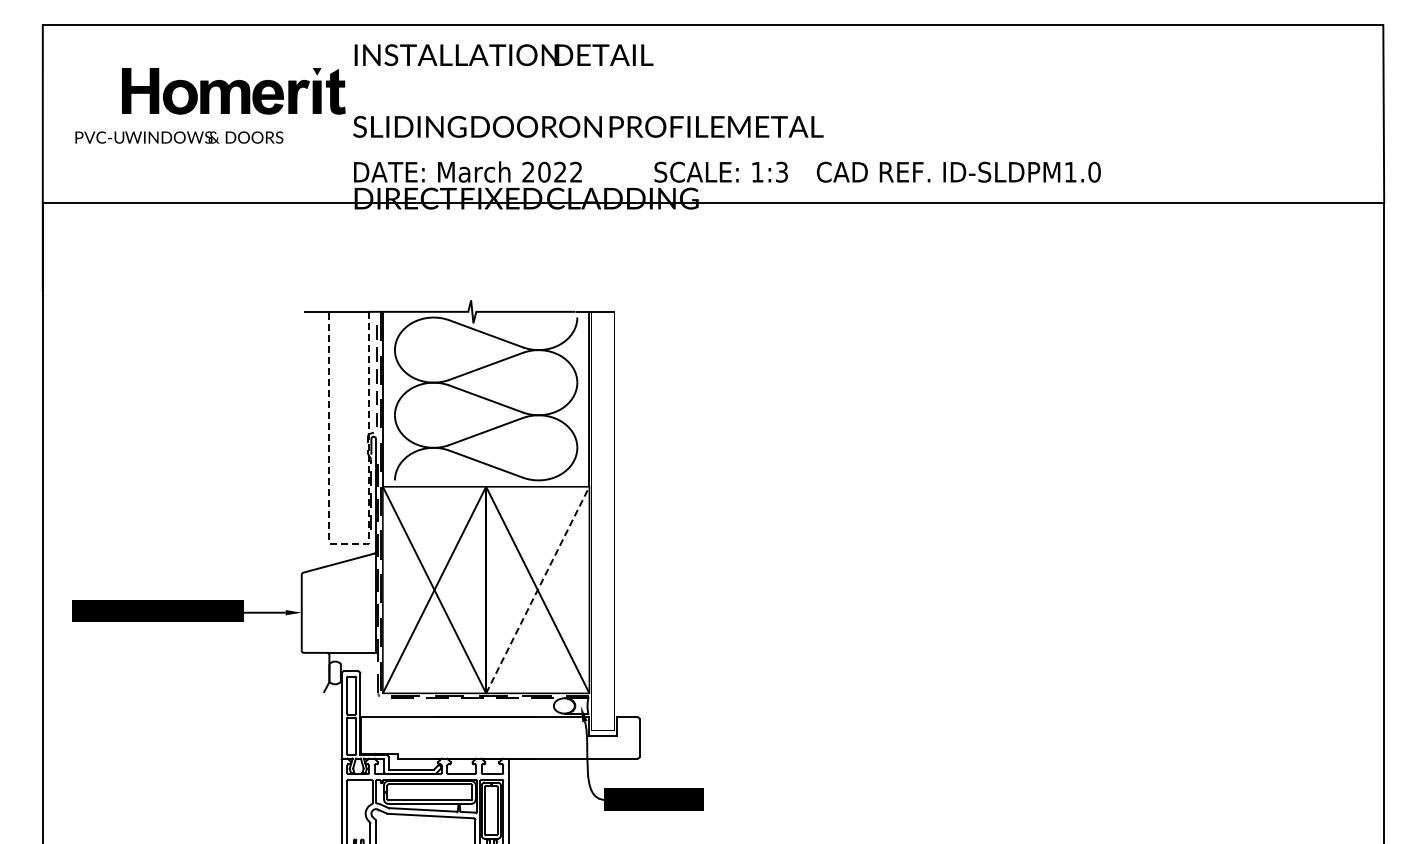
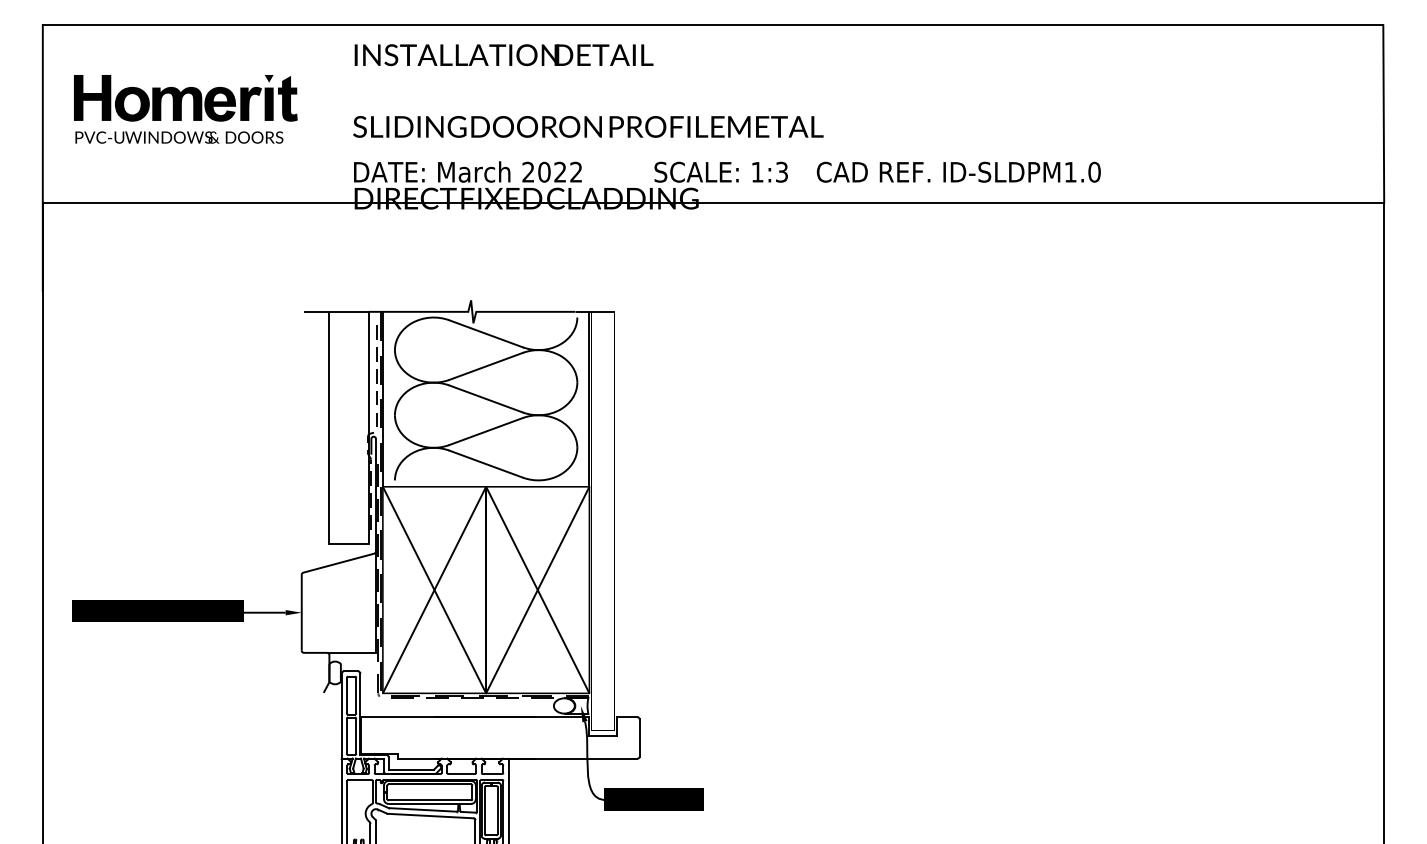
part at (233, 91) position: (233, 91) -> (185, 98)
line at (348, 543): dashed -> solid
line at (538, 589): dashed -> solid
